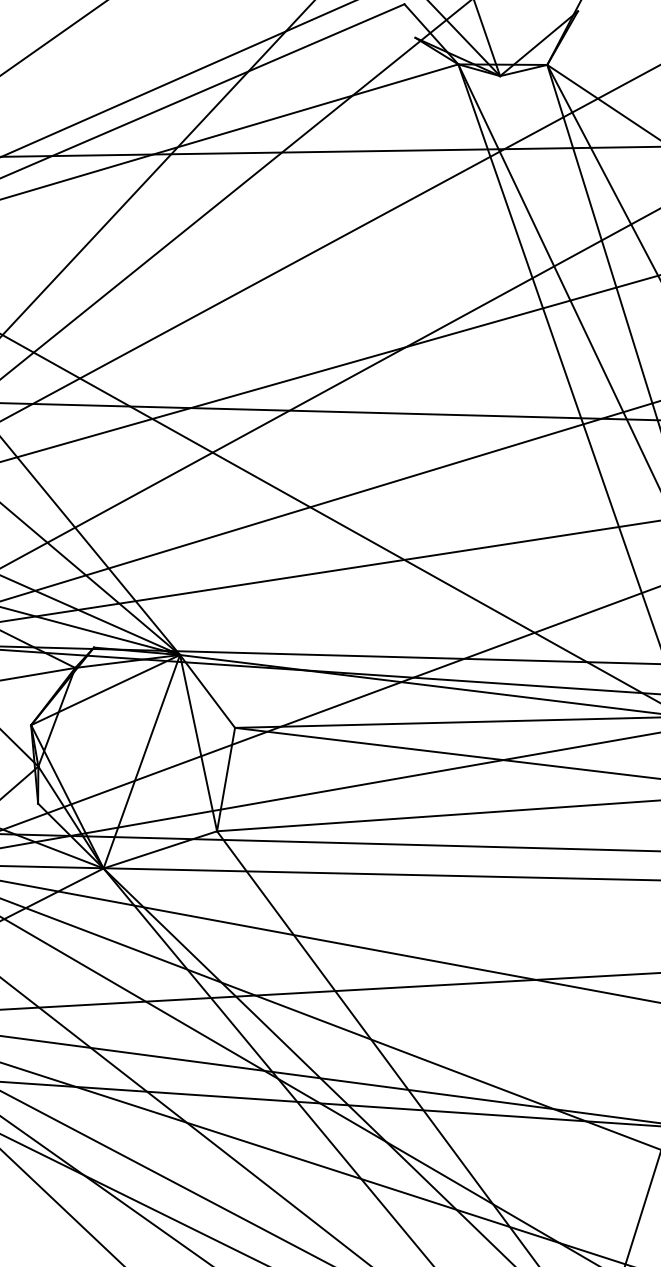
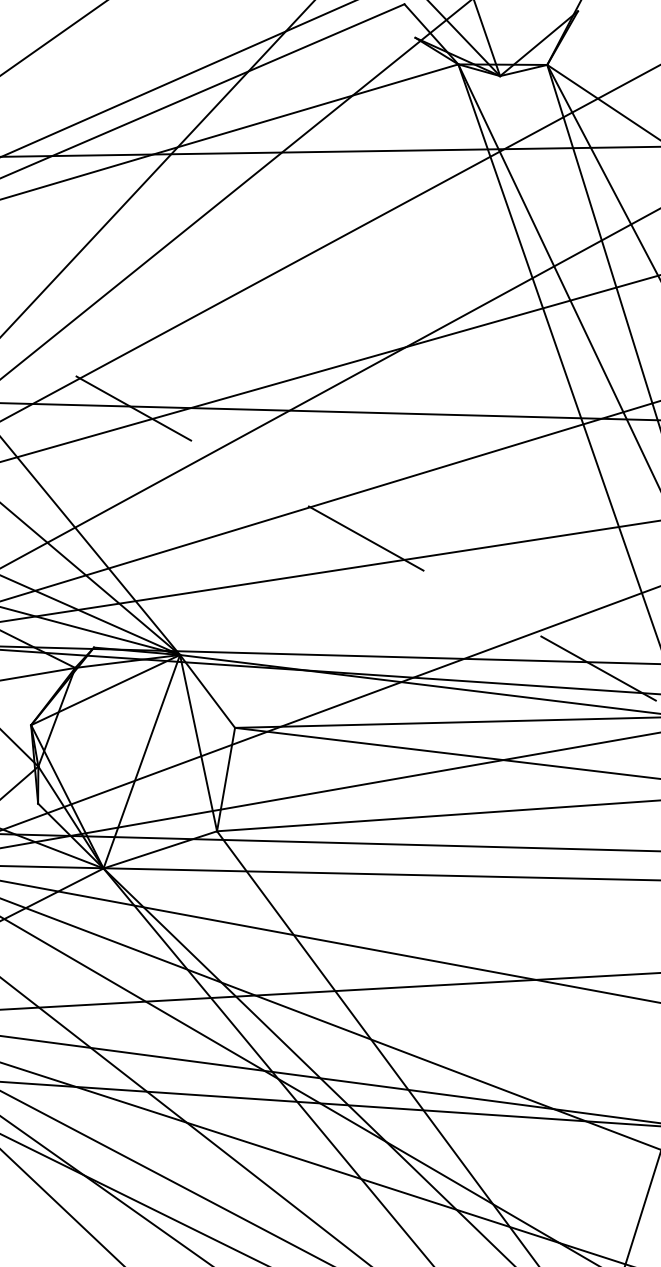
line at (330, 518): solid -> dashed
